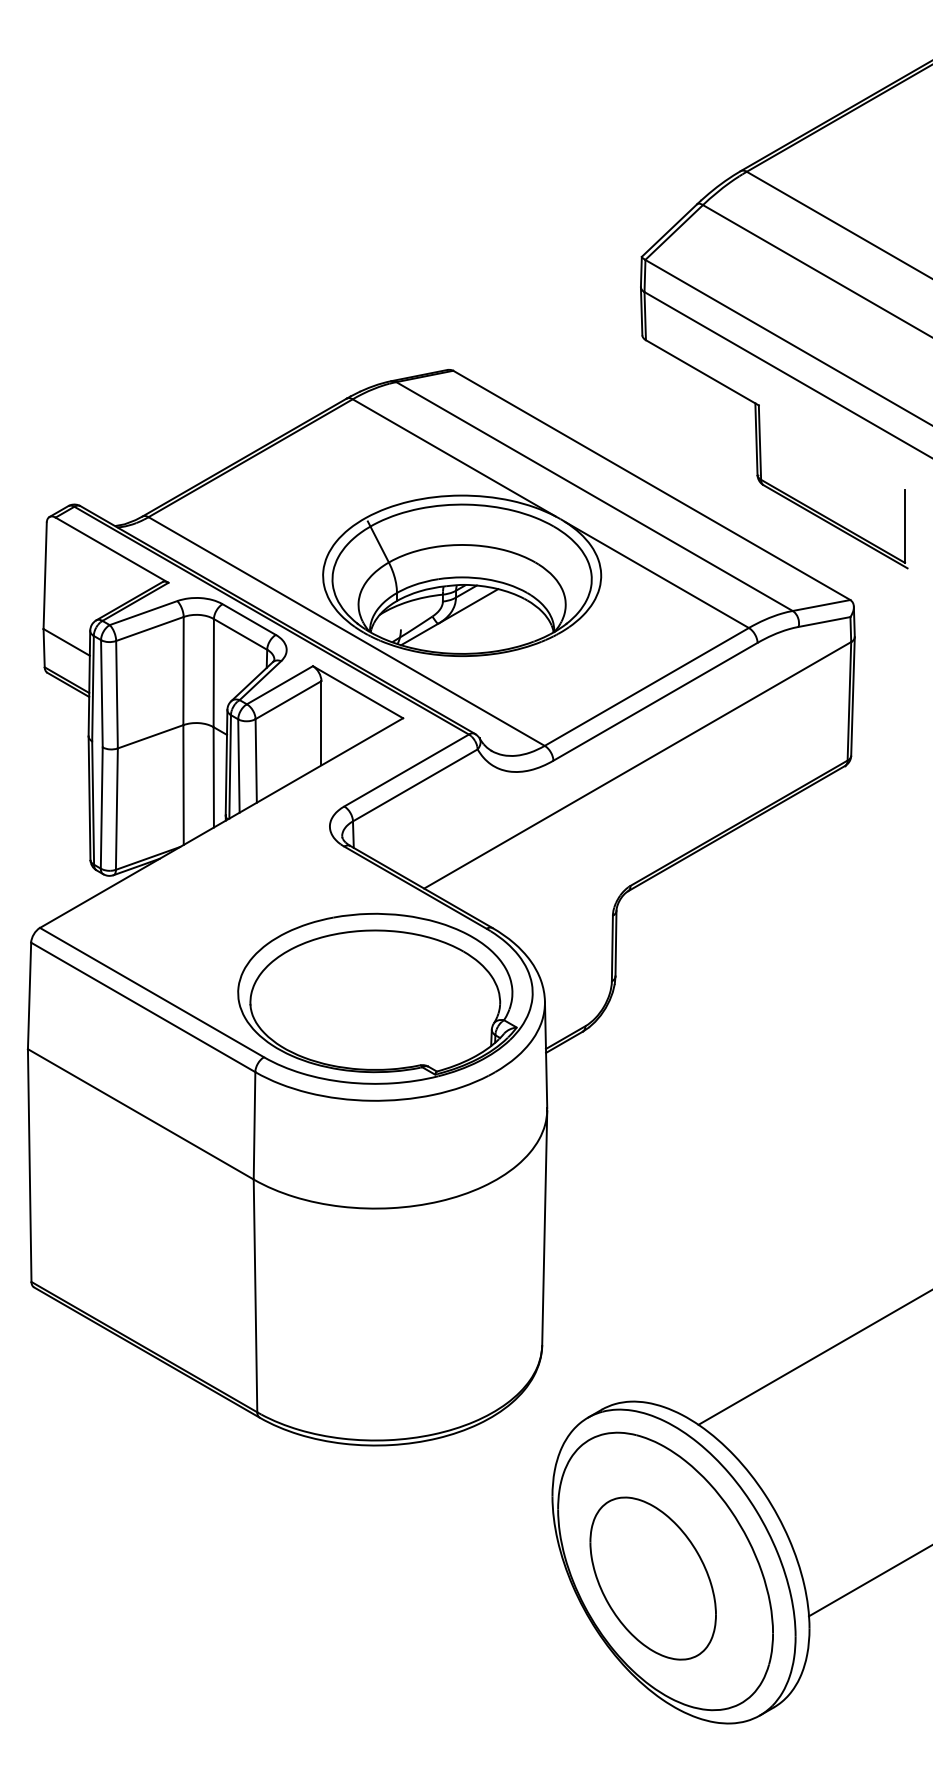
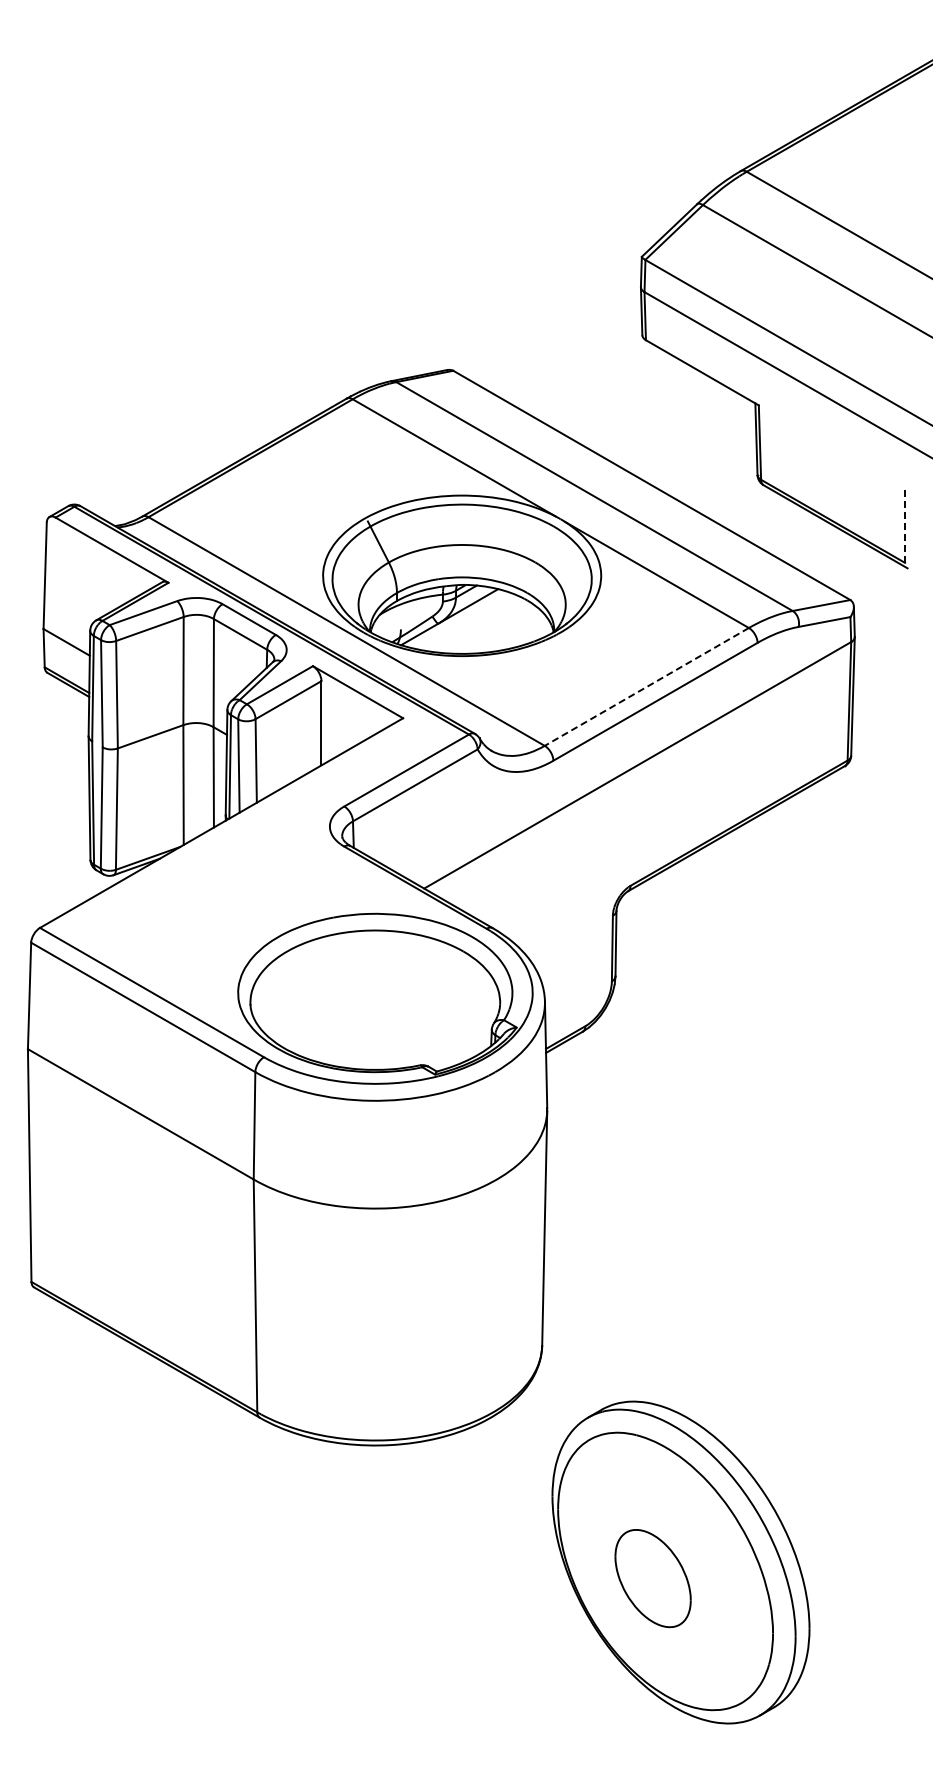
line at (905, 526): solid -> dashed
line at (646, 686): solid -> dashed
line at (813, 1357): present -> none
part at (652, 1578) size: 128x165 px -> 78x100 px
line at (868, 1581): present -> none
